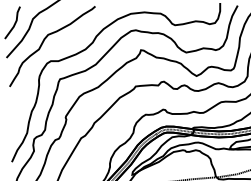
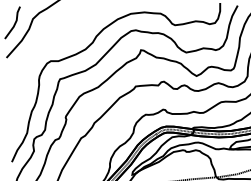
curve at (44, 41): present -> none
